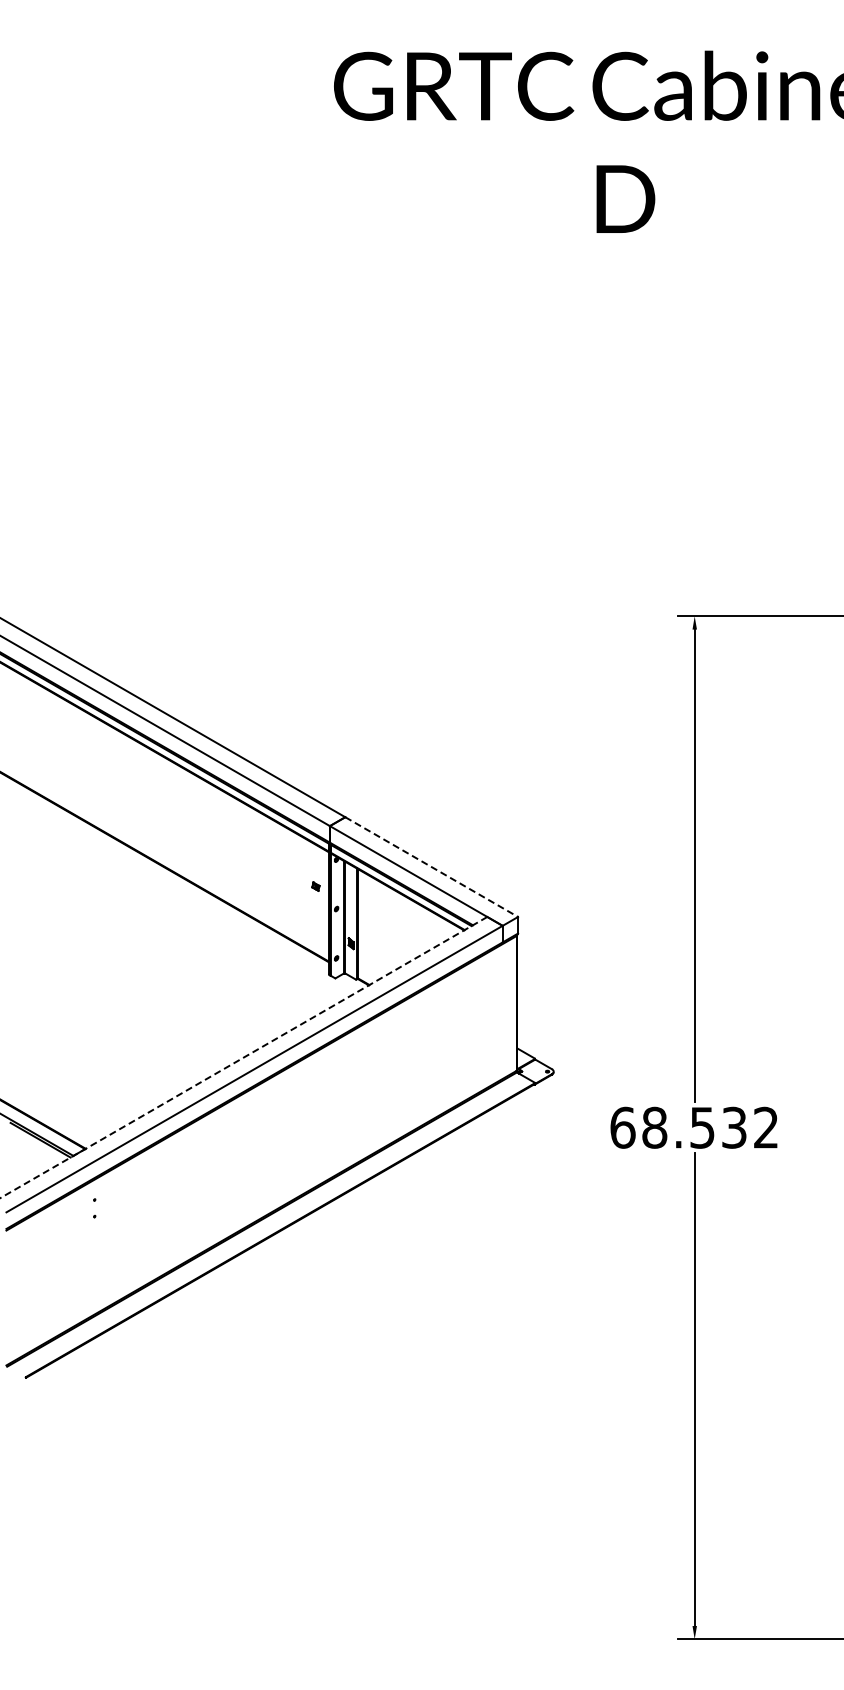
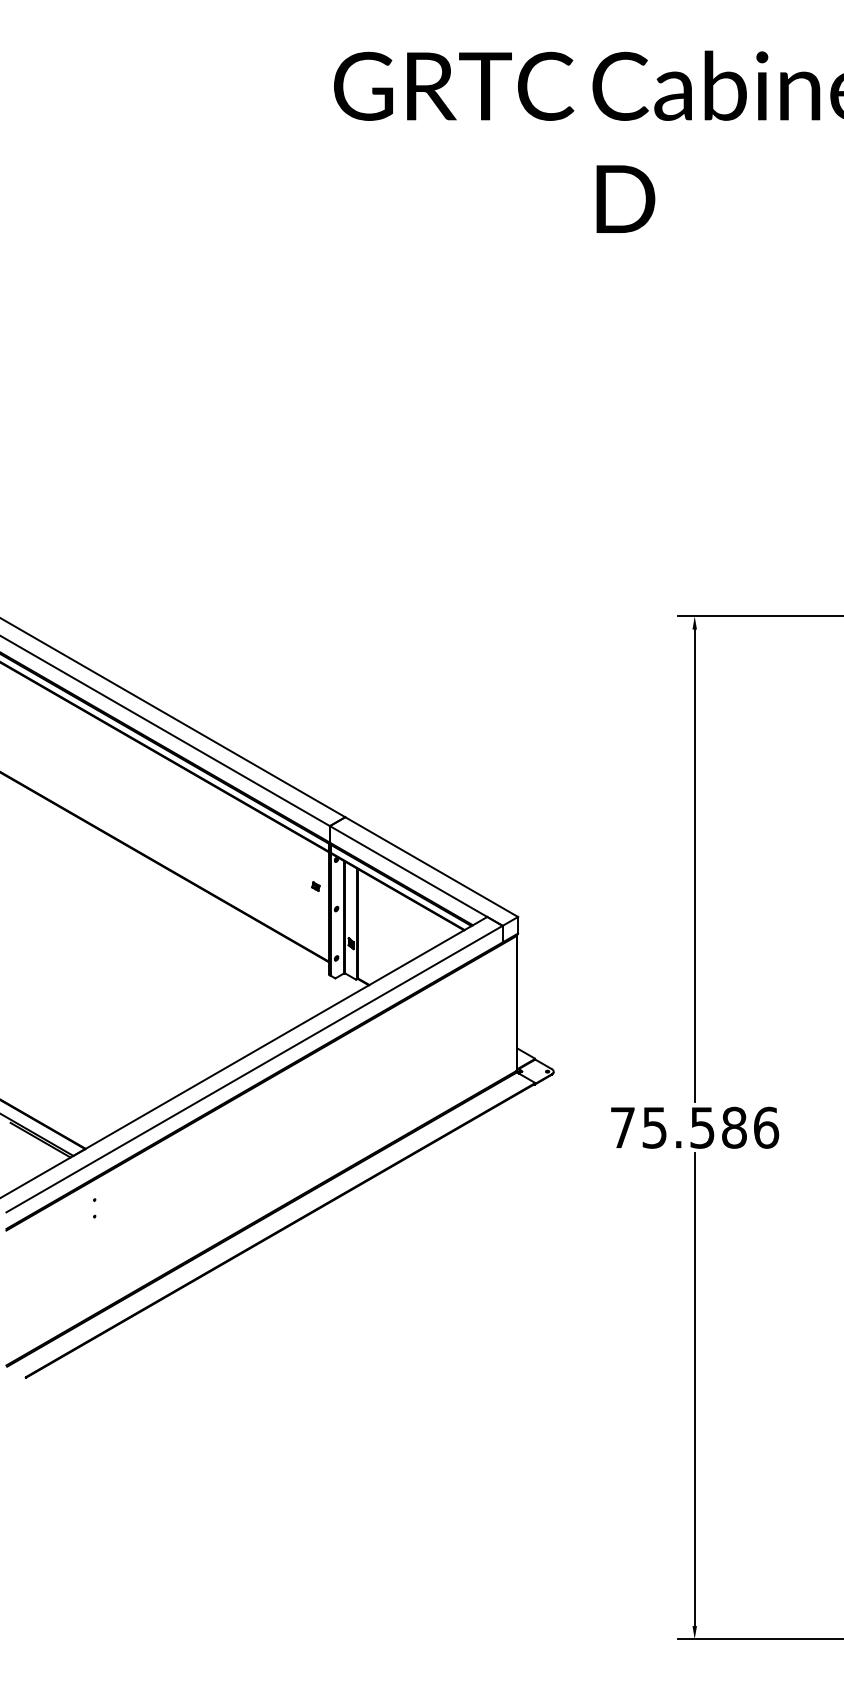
line at (431, 867): dashed -> solid
line at (243, 1057): dashed -> solid
text at (694, 1127): 68.532 -> 75.586
